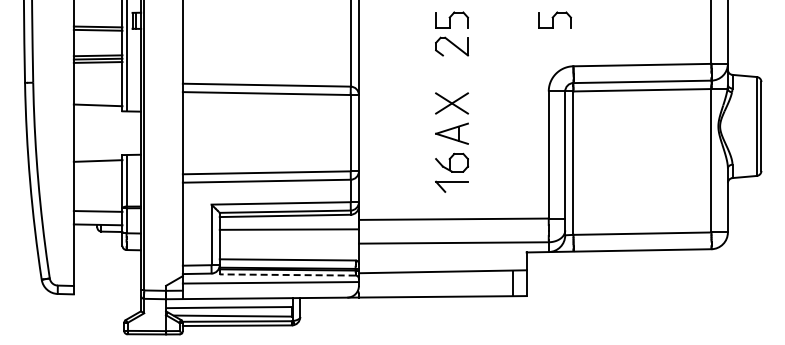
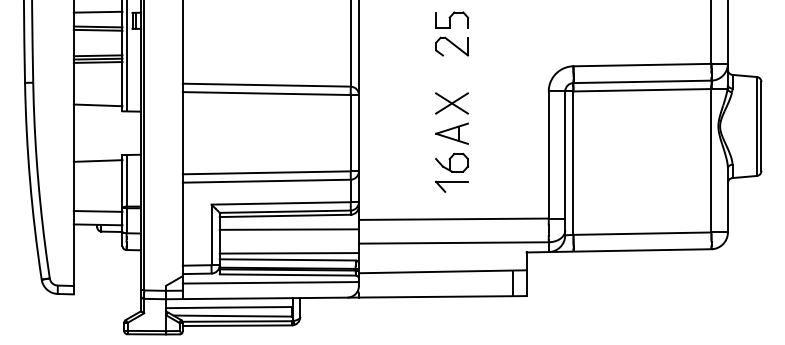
line at (97, 11): none -> present
part at (554, 19): present -> none
line at (288, 253): none -> present
line at (287, 274): dashed -> solid
